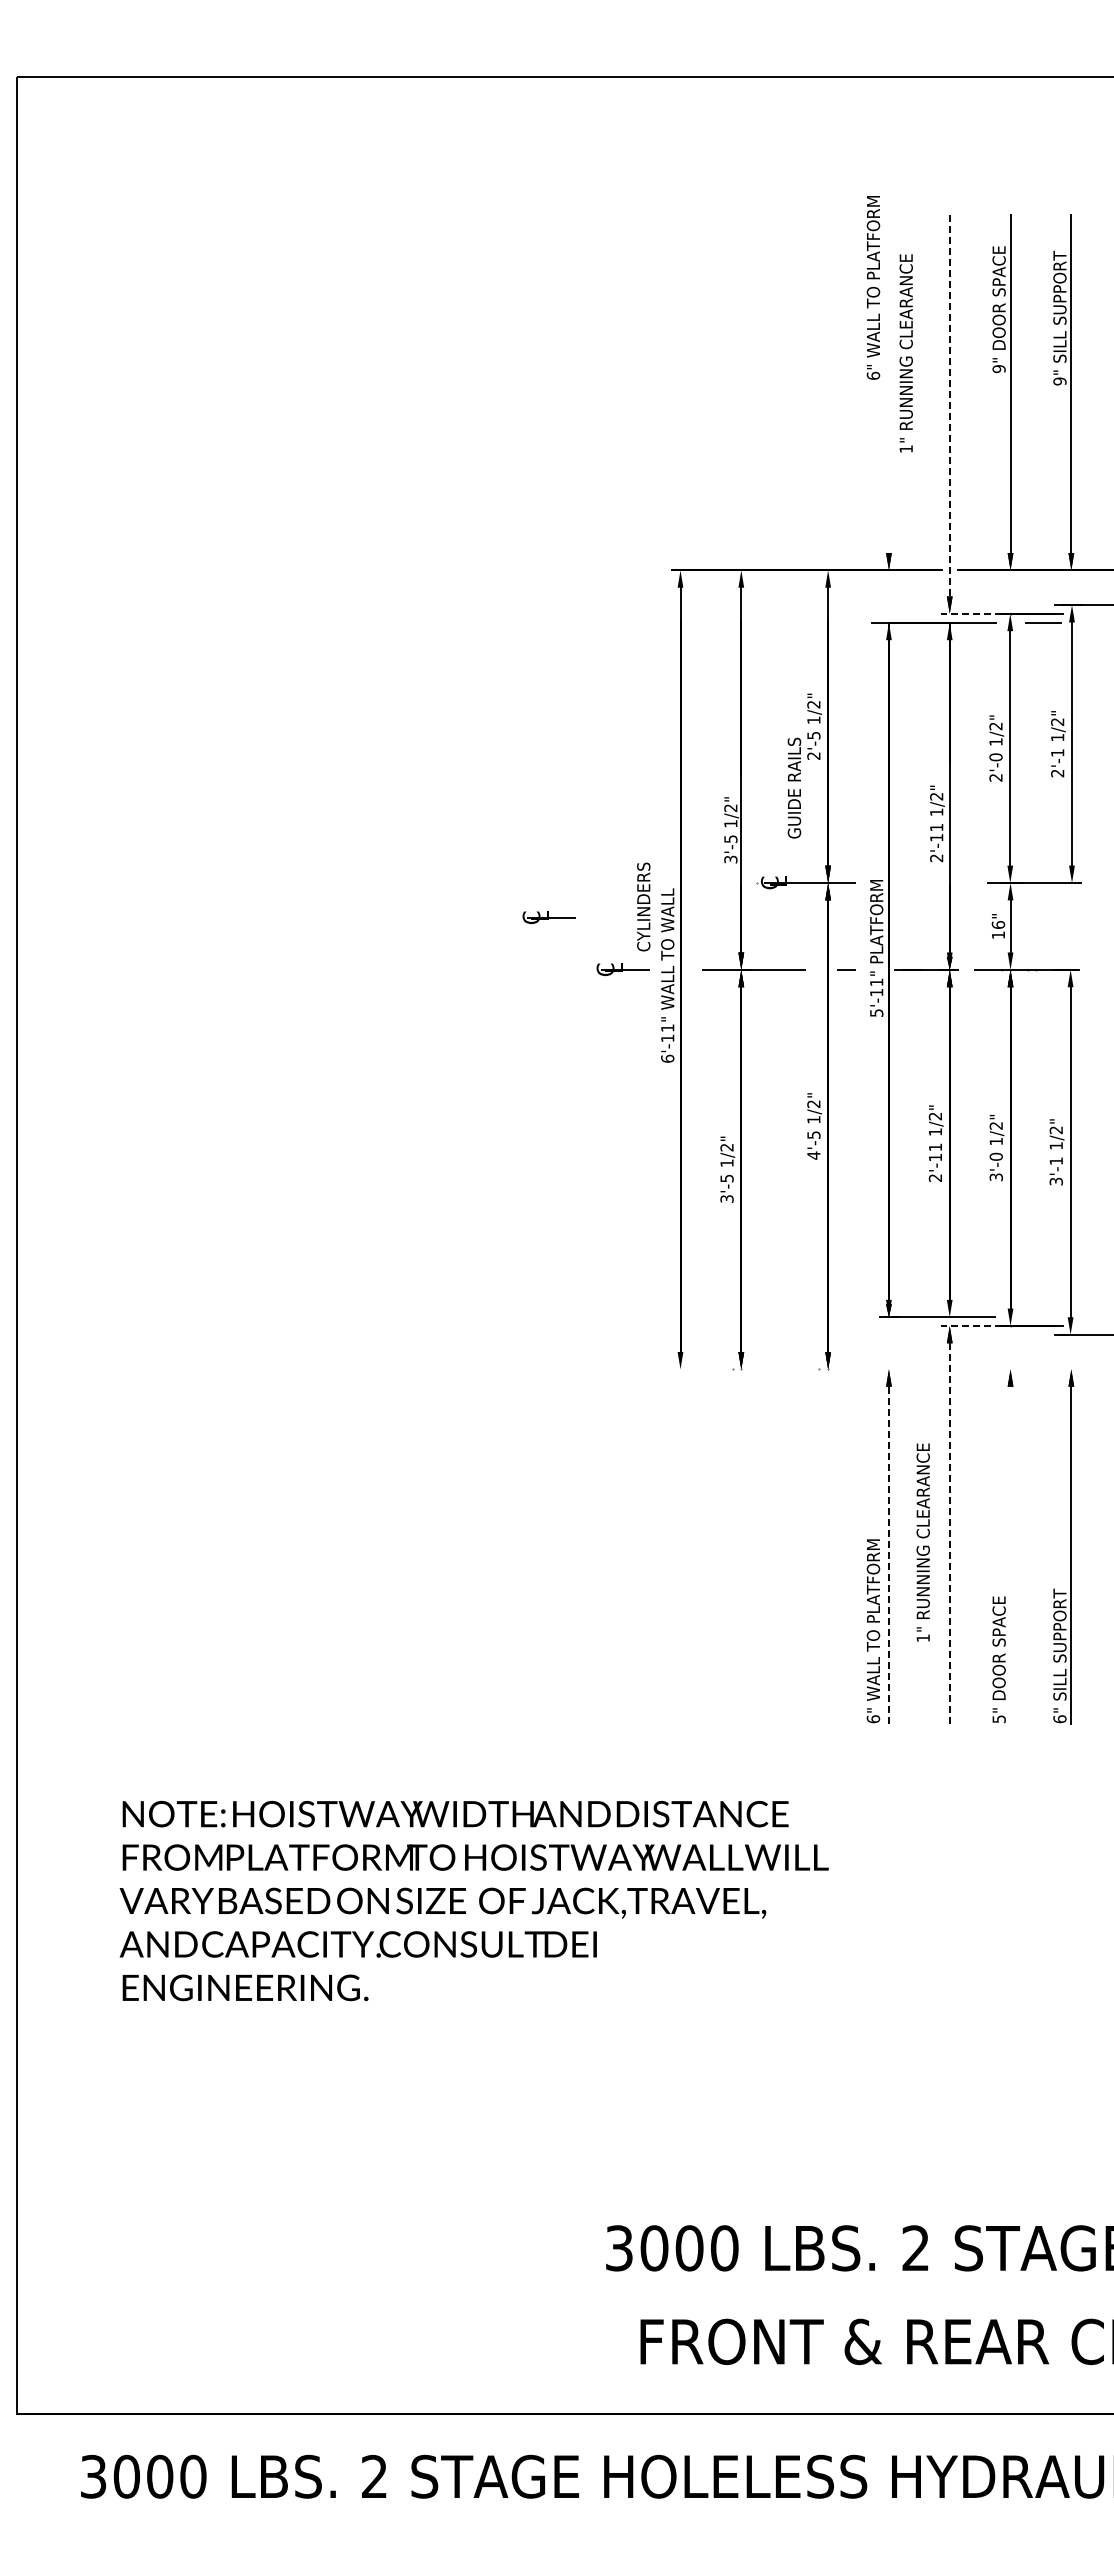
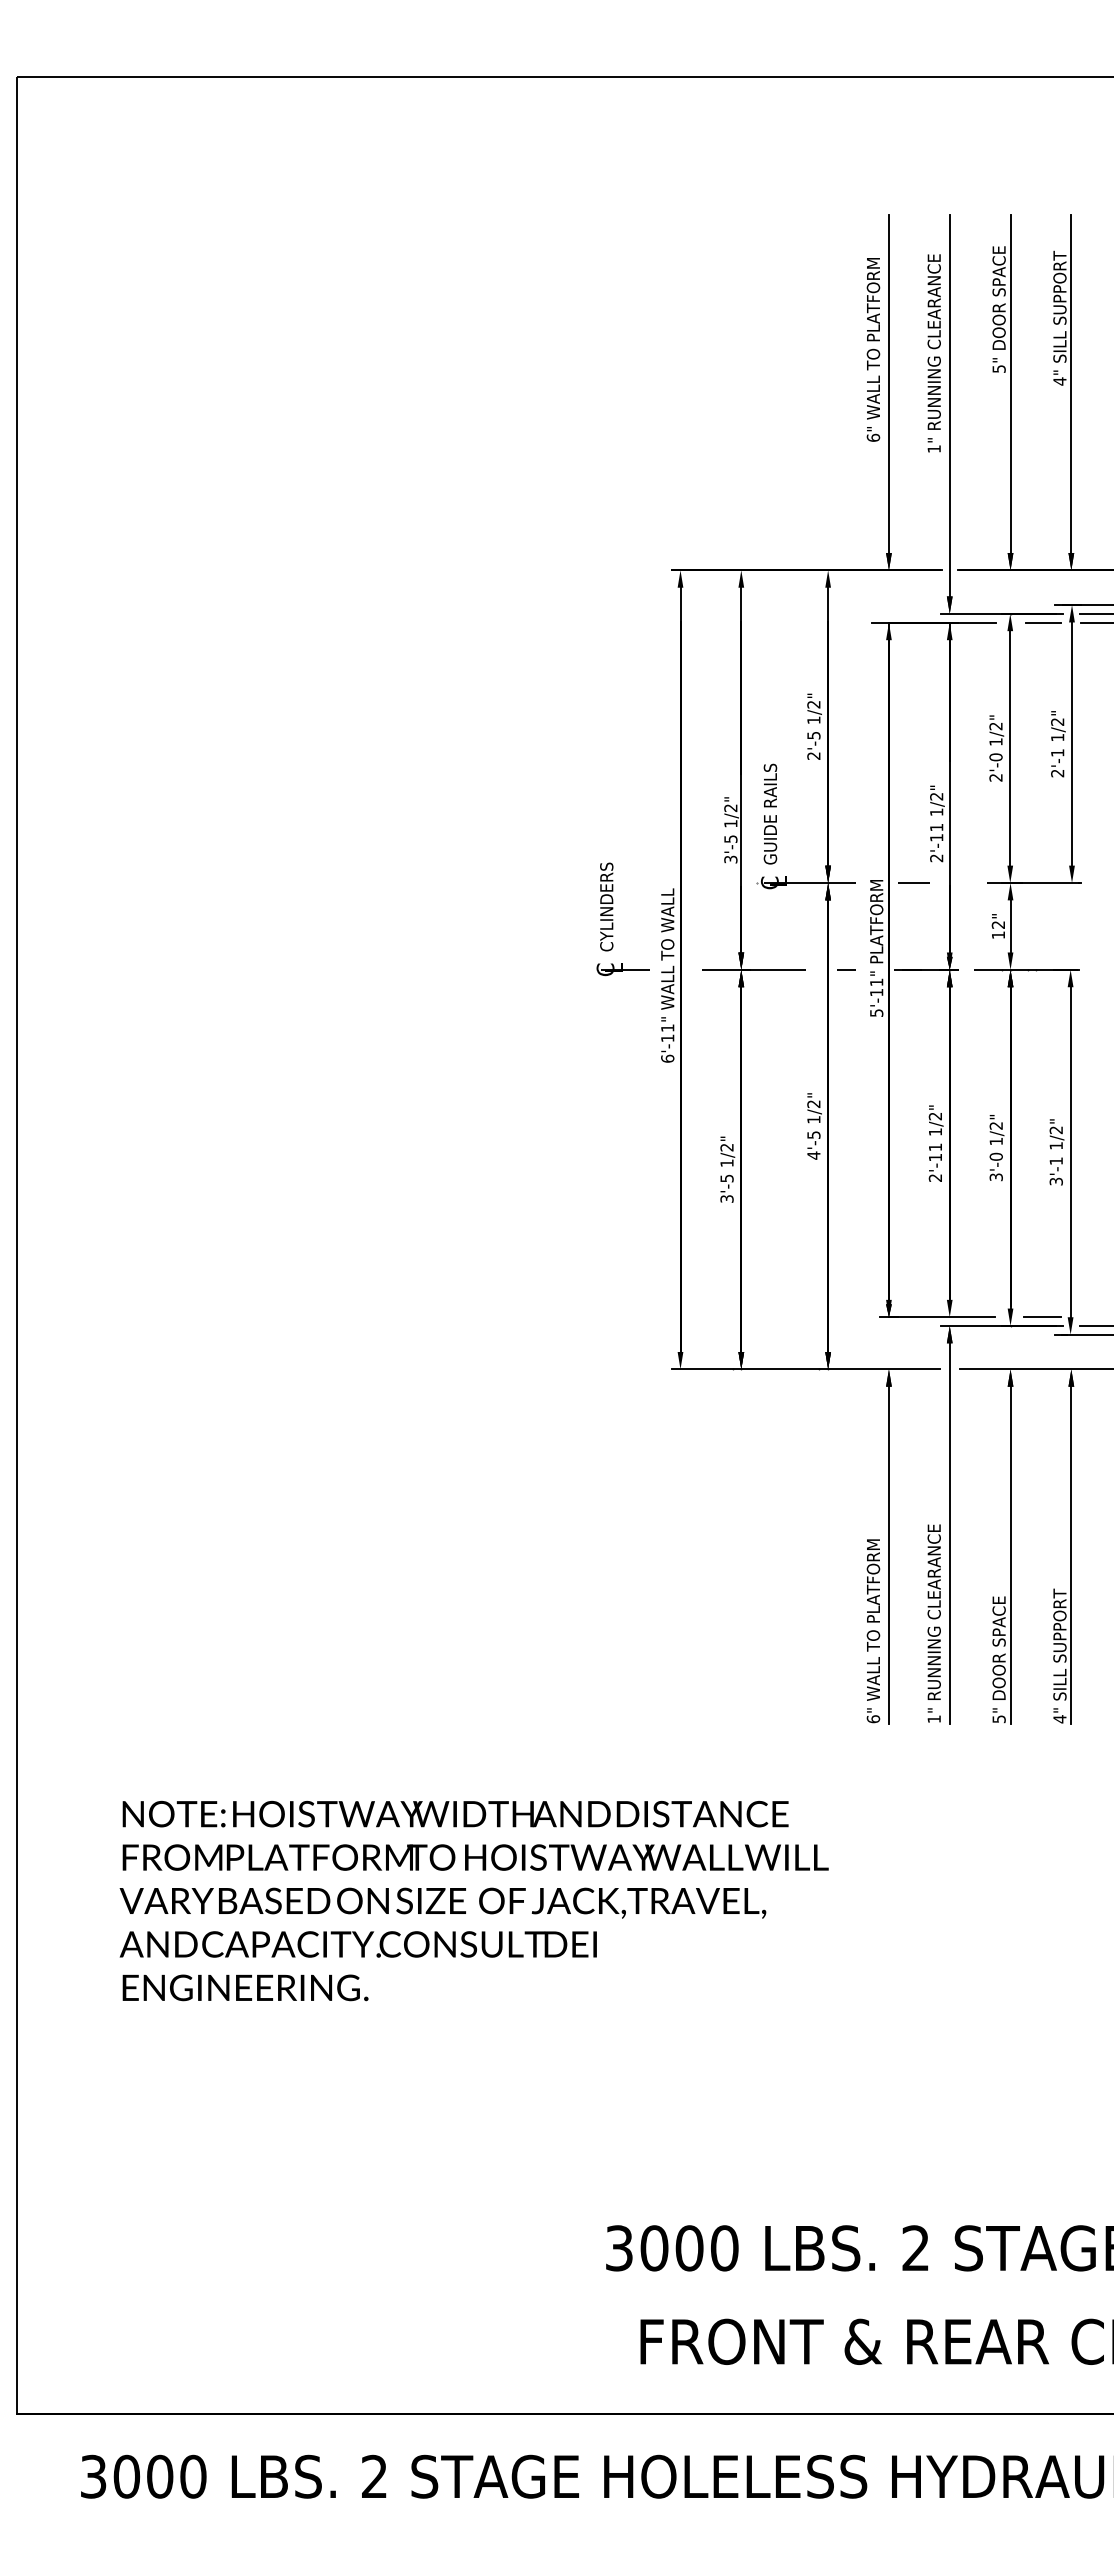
text at (873, 287) position: (873, 287) -> (873, 349)
text at (905, 353) position: (905, 353) -> (933, 353)
text at (998, 369): 9" -> 5"
text at (1059, 381): 9" -> 4"
line at (888, 384): none -> present
line at (949, 405): dashed -> solid
line at (970, 613): dashed -> solid
line at (1094, 613): none -> present
line at (1095, 622): none -> present
text at (794, 787) position: (794, 787) -> (770, 813)
line at (914, 883): none -> present
text at (643, 906) position: (643, 906) -> (606, 906)
part at (548, 917): present -> none
text at (998, 924): 16" -> 12"
line at (1041, 1317): none -> present
line at (970, 1325): dashed -> solid
line at (1094, 1325): none -> present
line at (805, 1369): none -> present
line at (1034, 1369): none -> present
line at (949, 1533): dashed -> solid
text at (922, 1542) position: (922, 1542) -> (933, 1623)
line at (888, 1555): dashed -> solid
line at (1010, 1555): none -> present
text at (1059, 1719): 6" -> 4"
